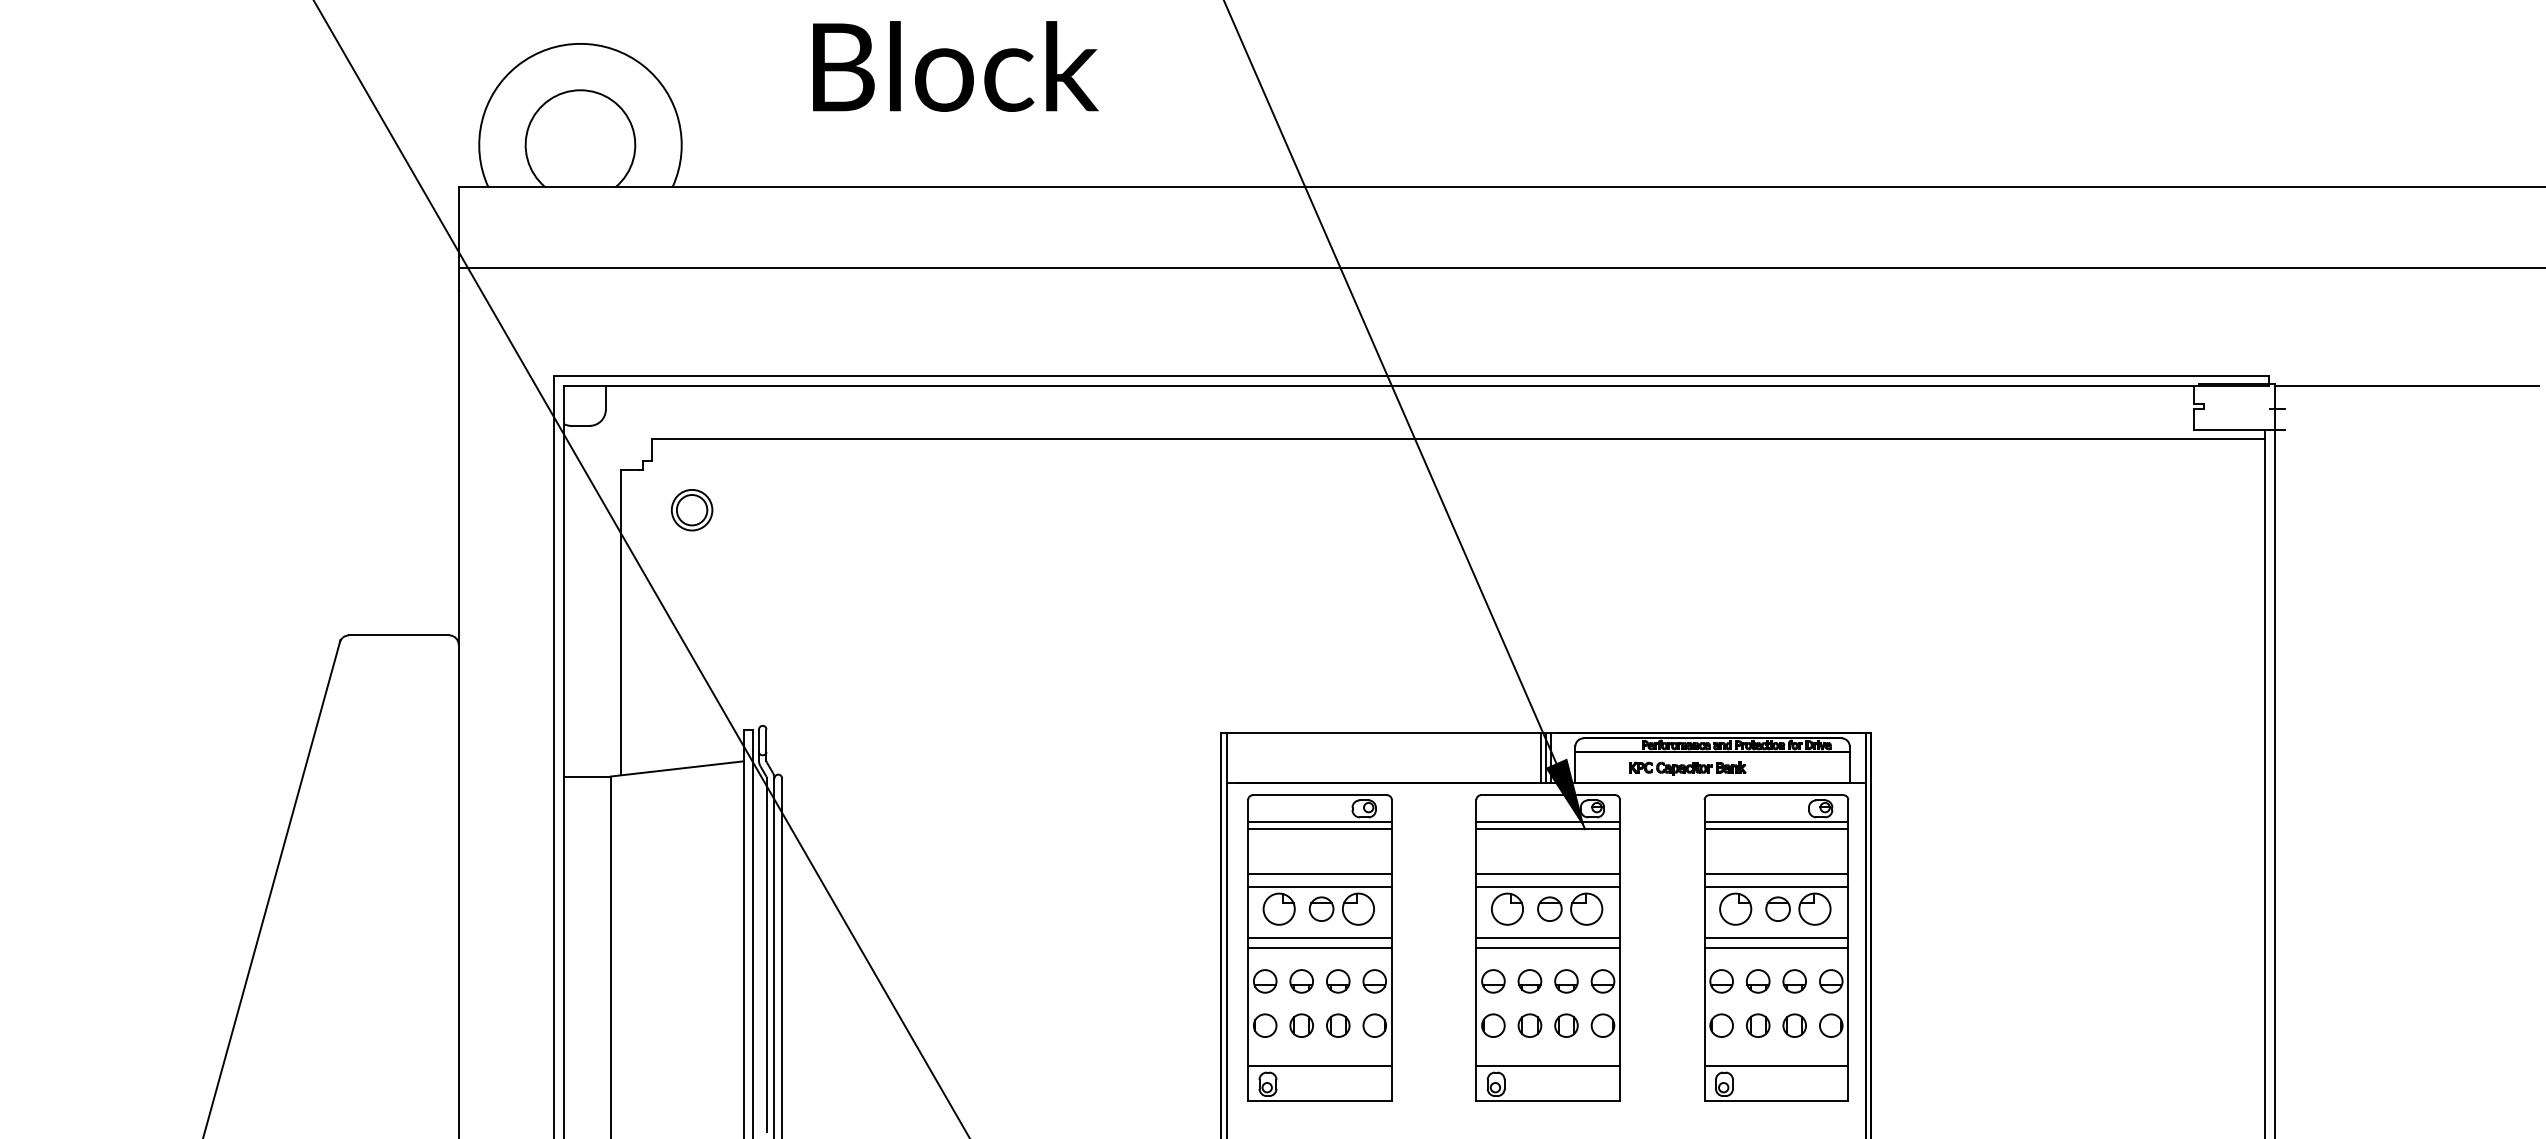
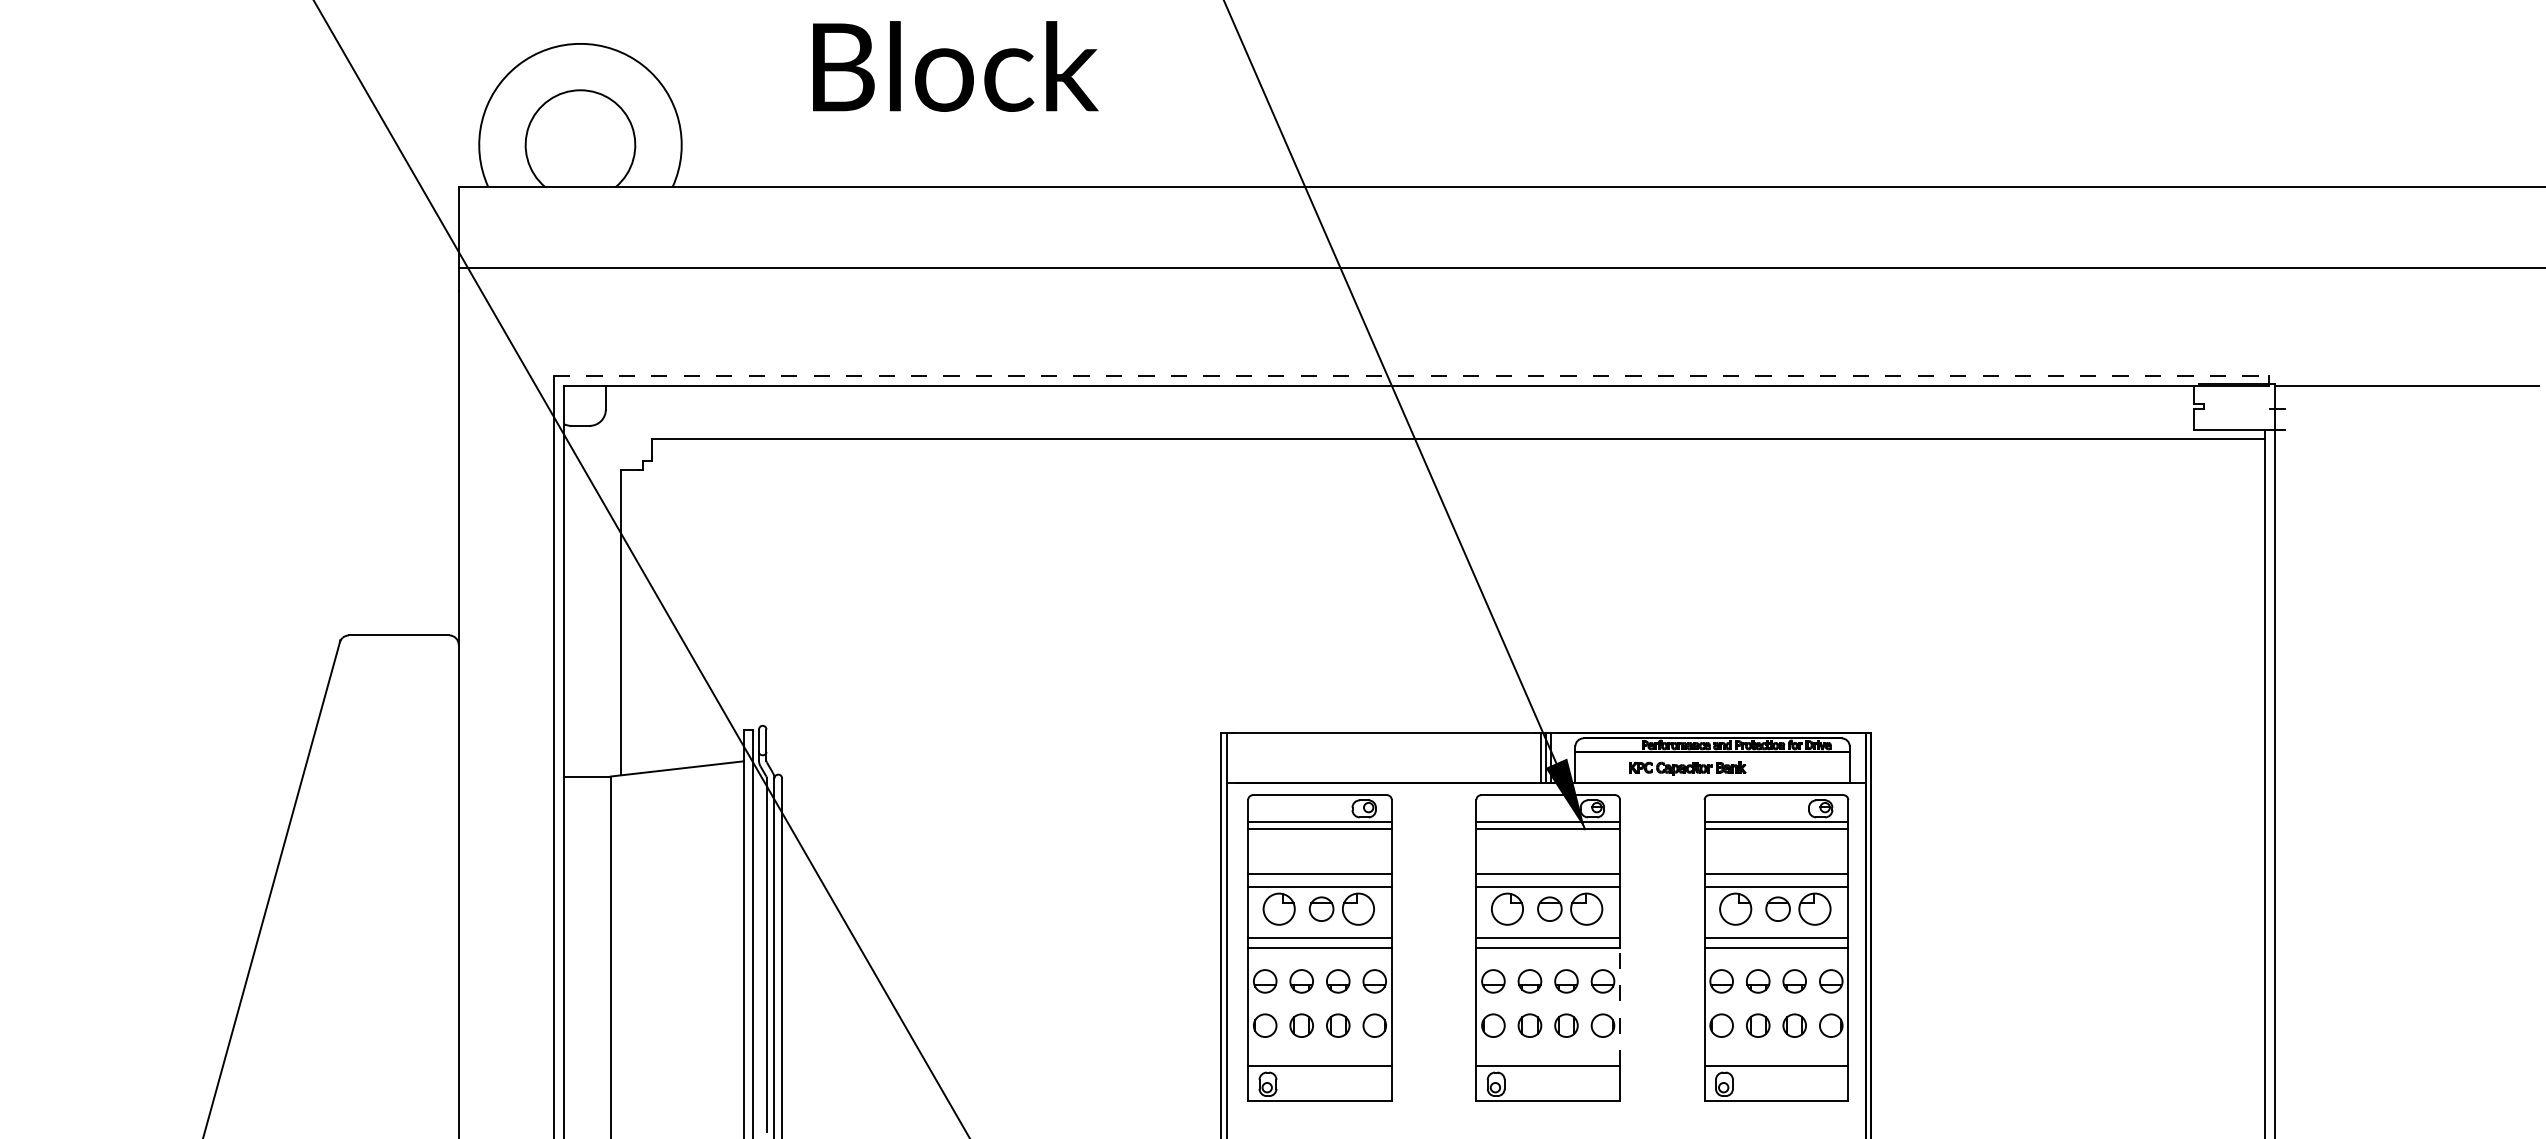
line at (1411, 375): solid -> dashed
part at (691, 510): present -> none
line at (1620, 1006): solid -> dashed
